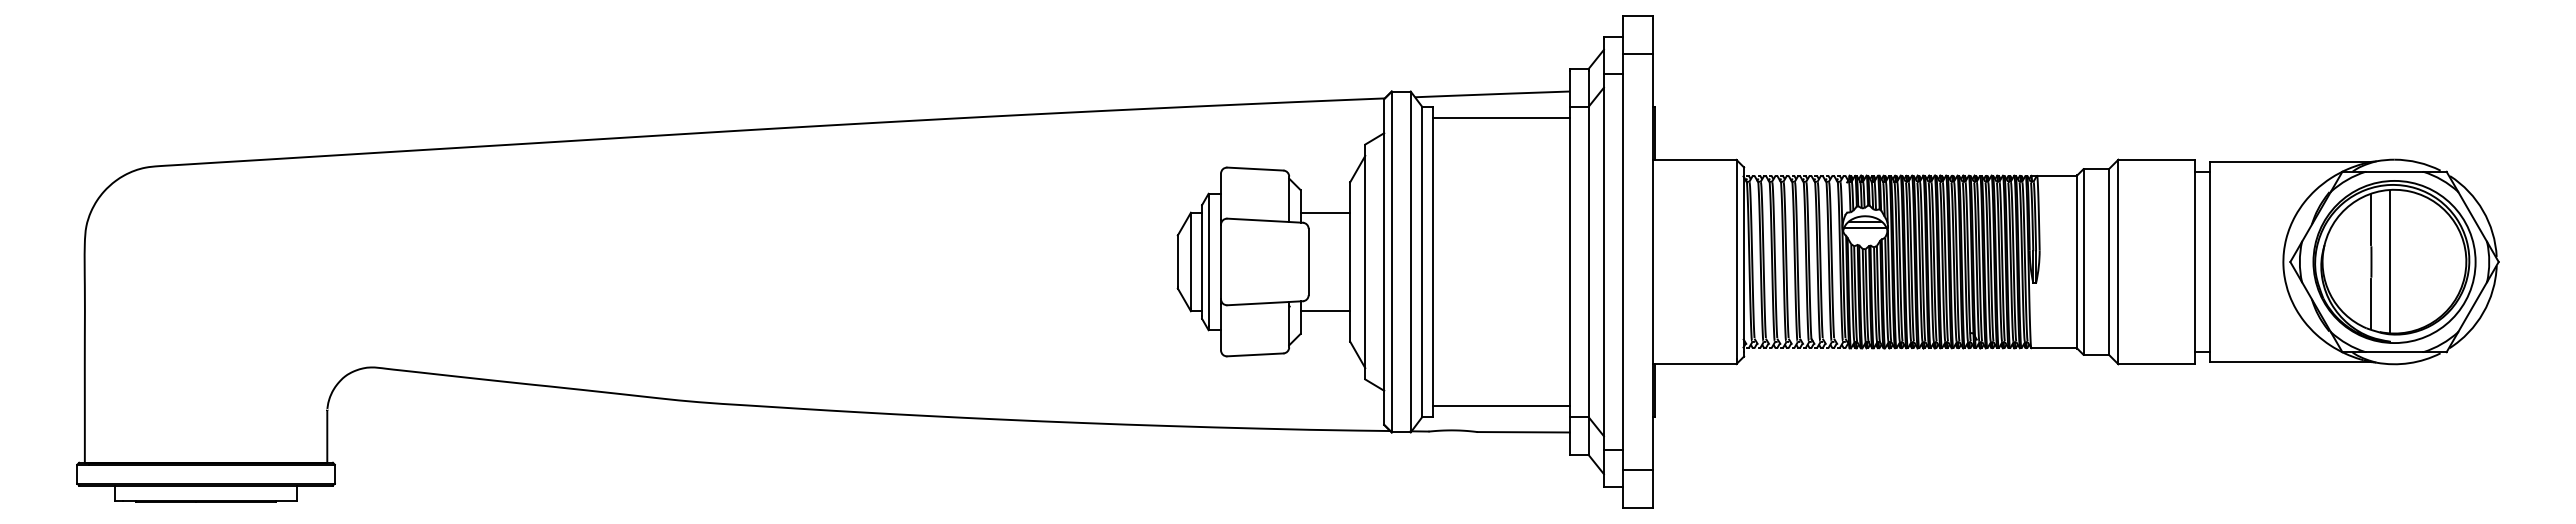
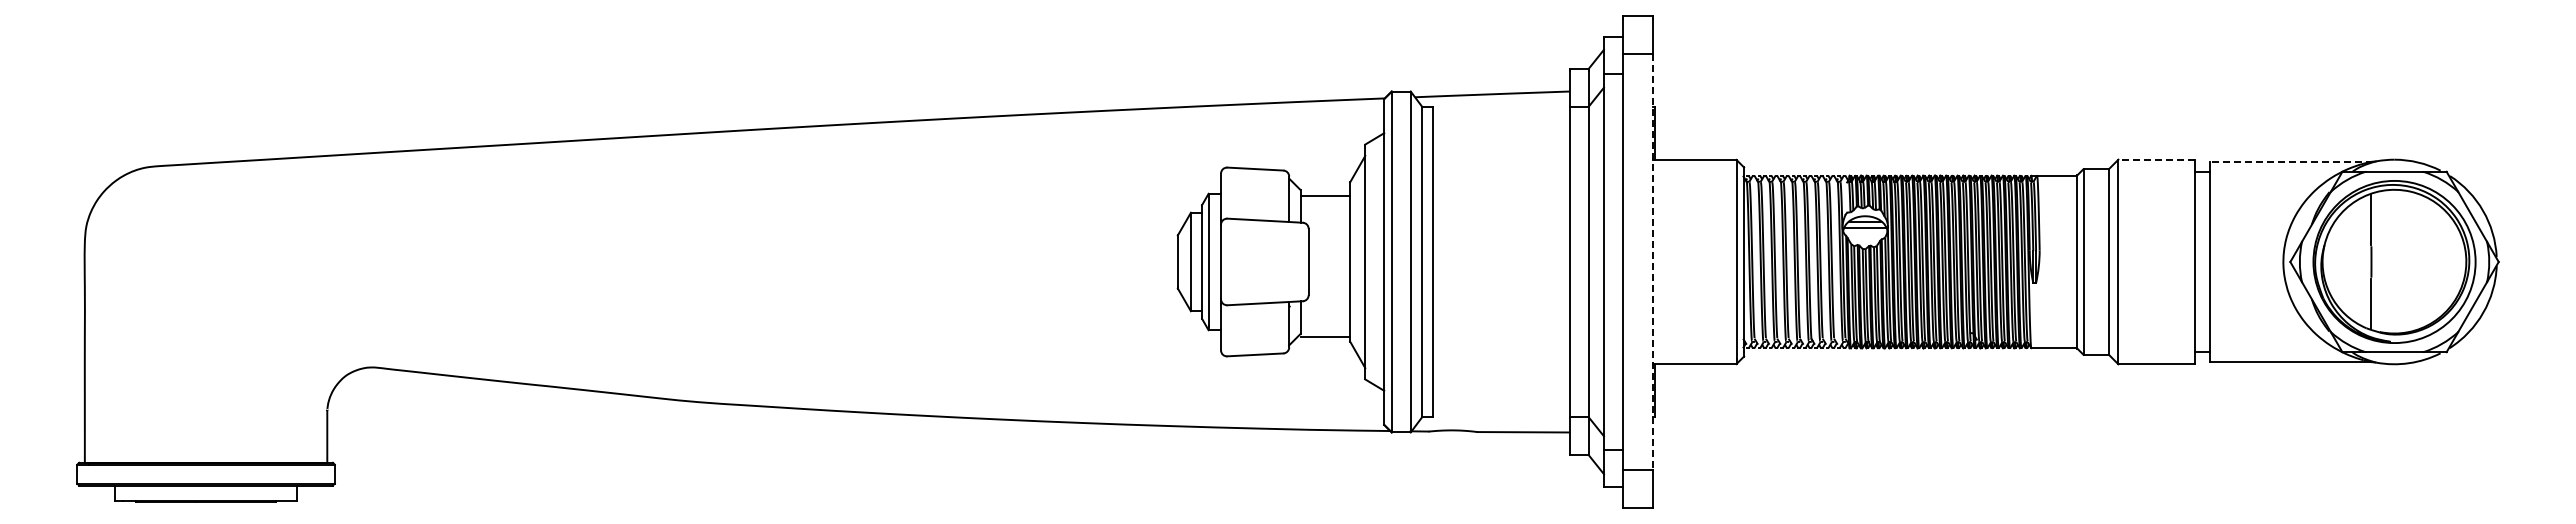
line at (1501, 118): present -> none
line at (2156, 159): solid -> dashed
line at (2290, 161): solid -> dashed
line at (1325, 212) position: (1325, 212) -> (1325, 195)
line at (2390, 261): present -> none
line at (1653, 262): solid -> dashed
line at (1325, 311) position: (1325, 311) -> (1325, 337)
line at (1501, 405): present -> none
